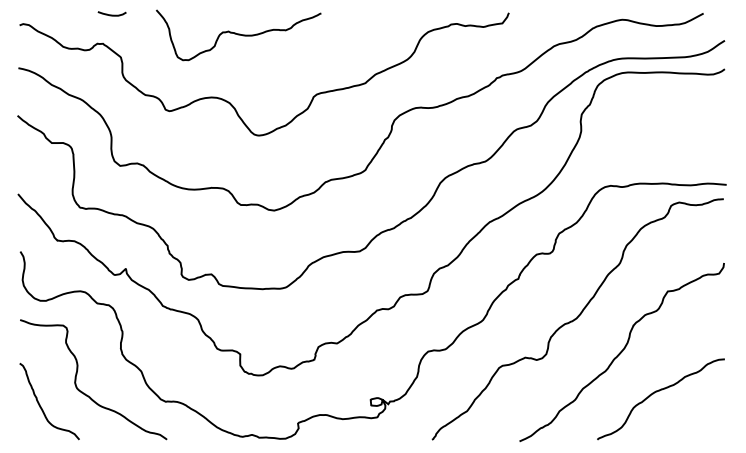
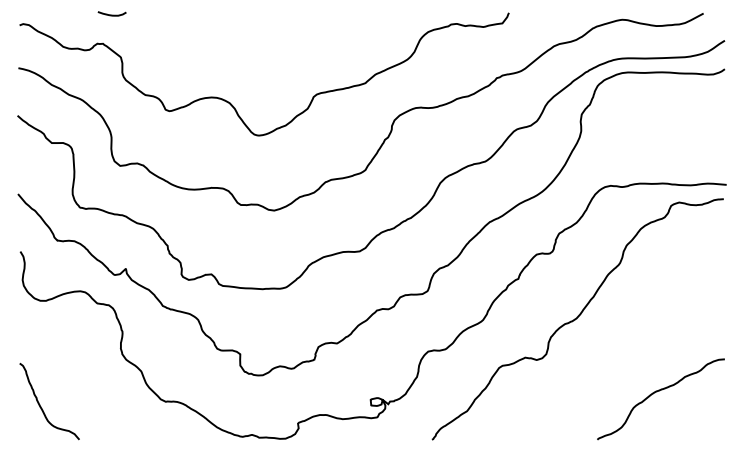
curve at (238, 35): present -> none
curve at (621, 352): present -> none
curve at (85, 393): present -> none
